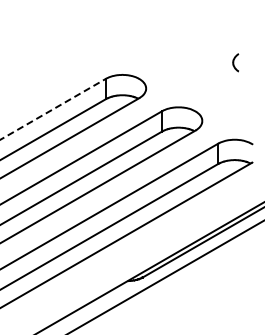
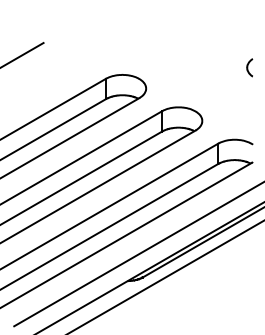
line at (22, 54): none -> present
curve at (234, 62) position: (234, 62) -> (248, 67)
line at (53, 109): dashed -> solid
line at (137, 254): none -> present
